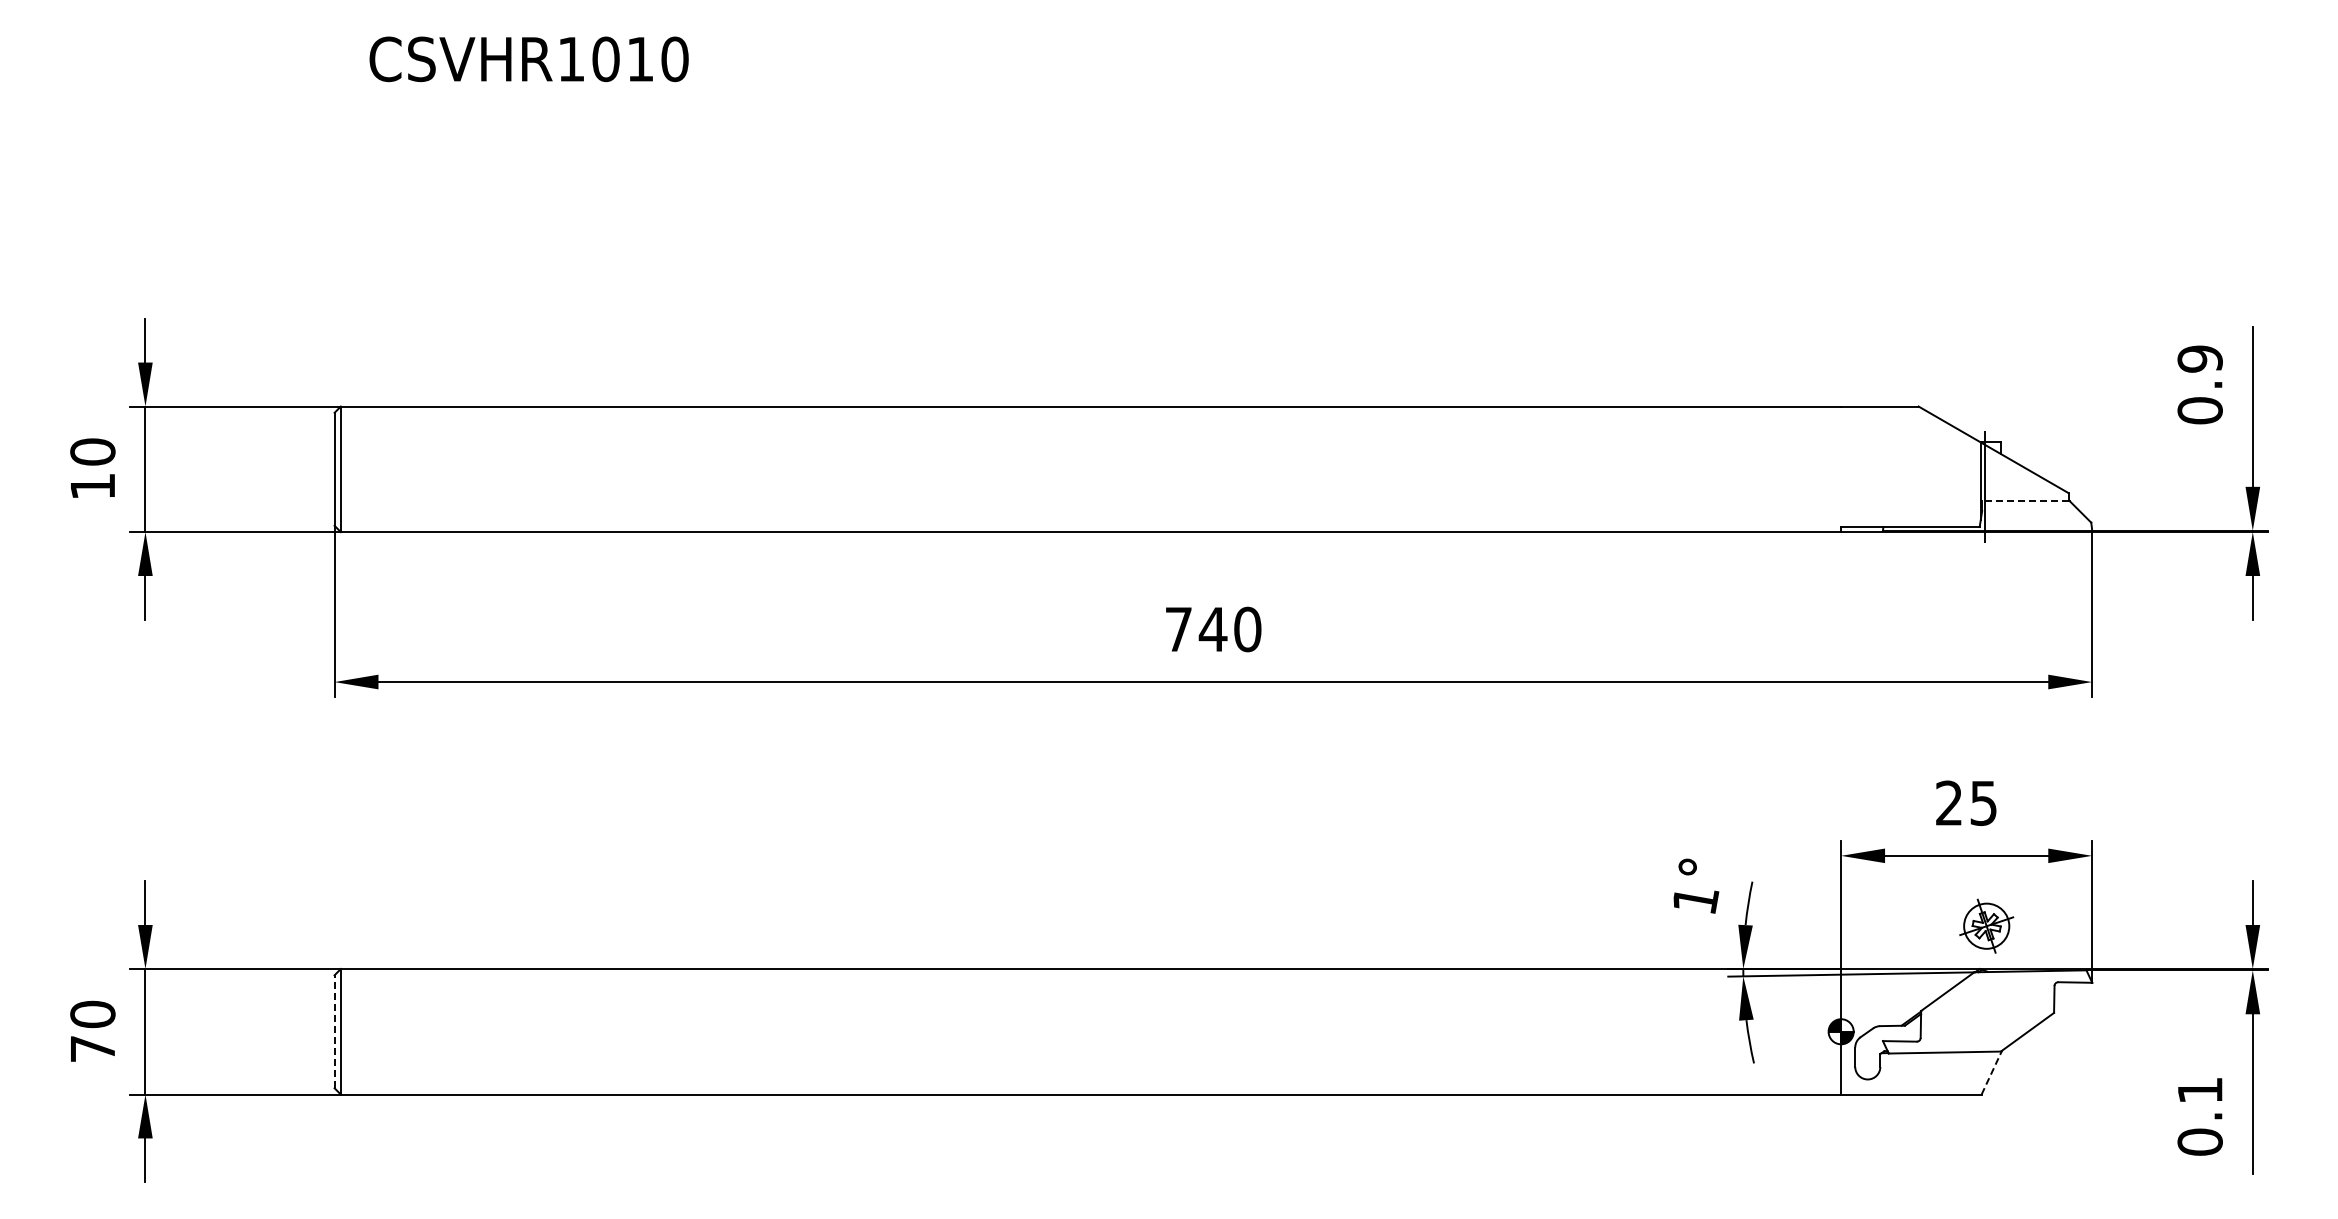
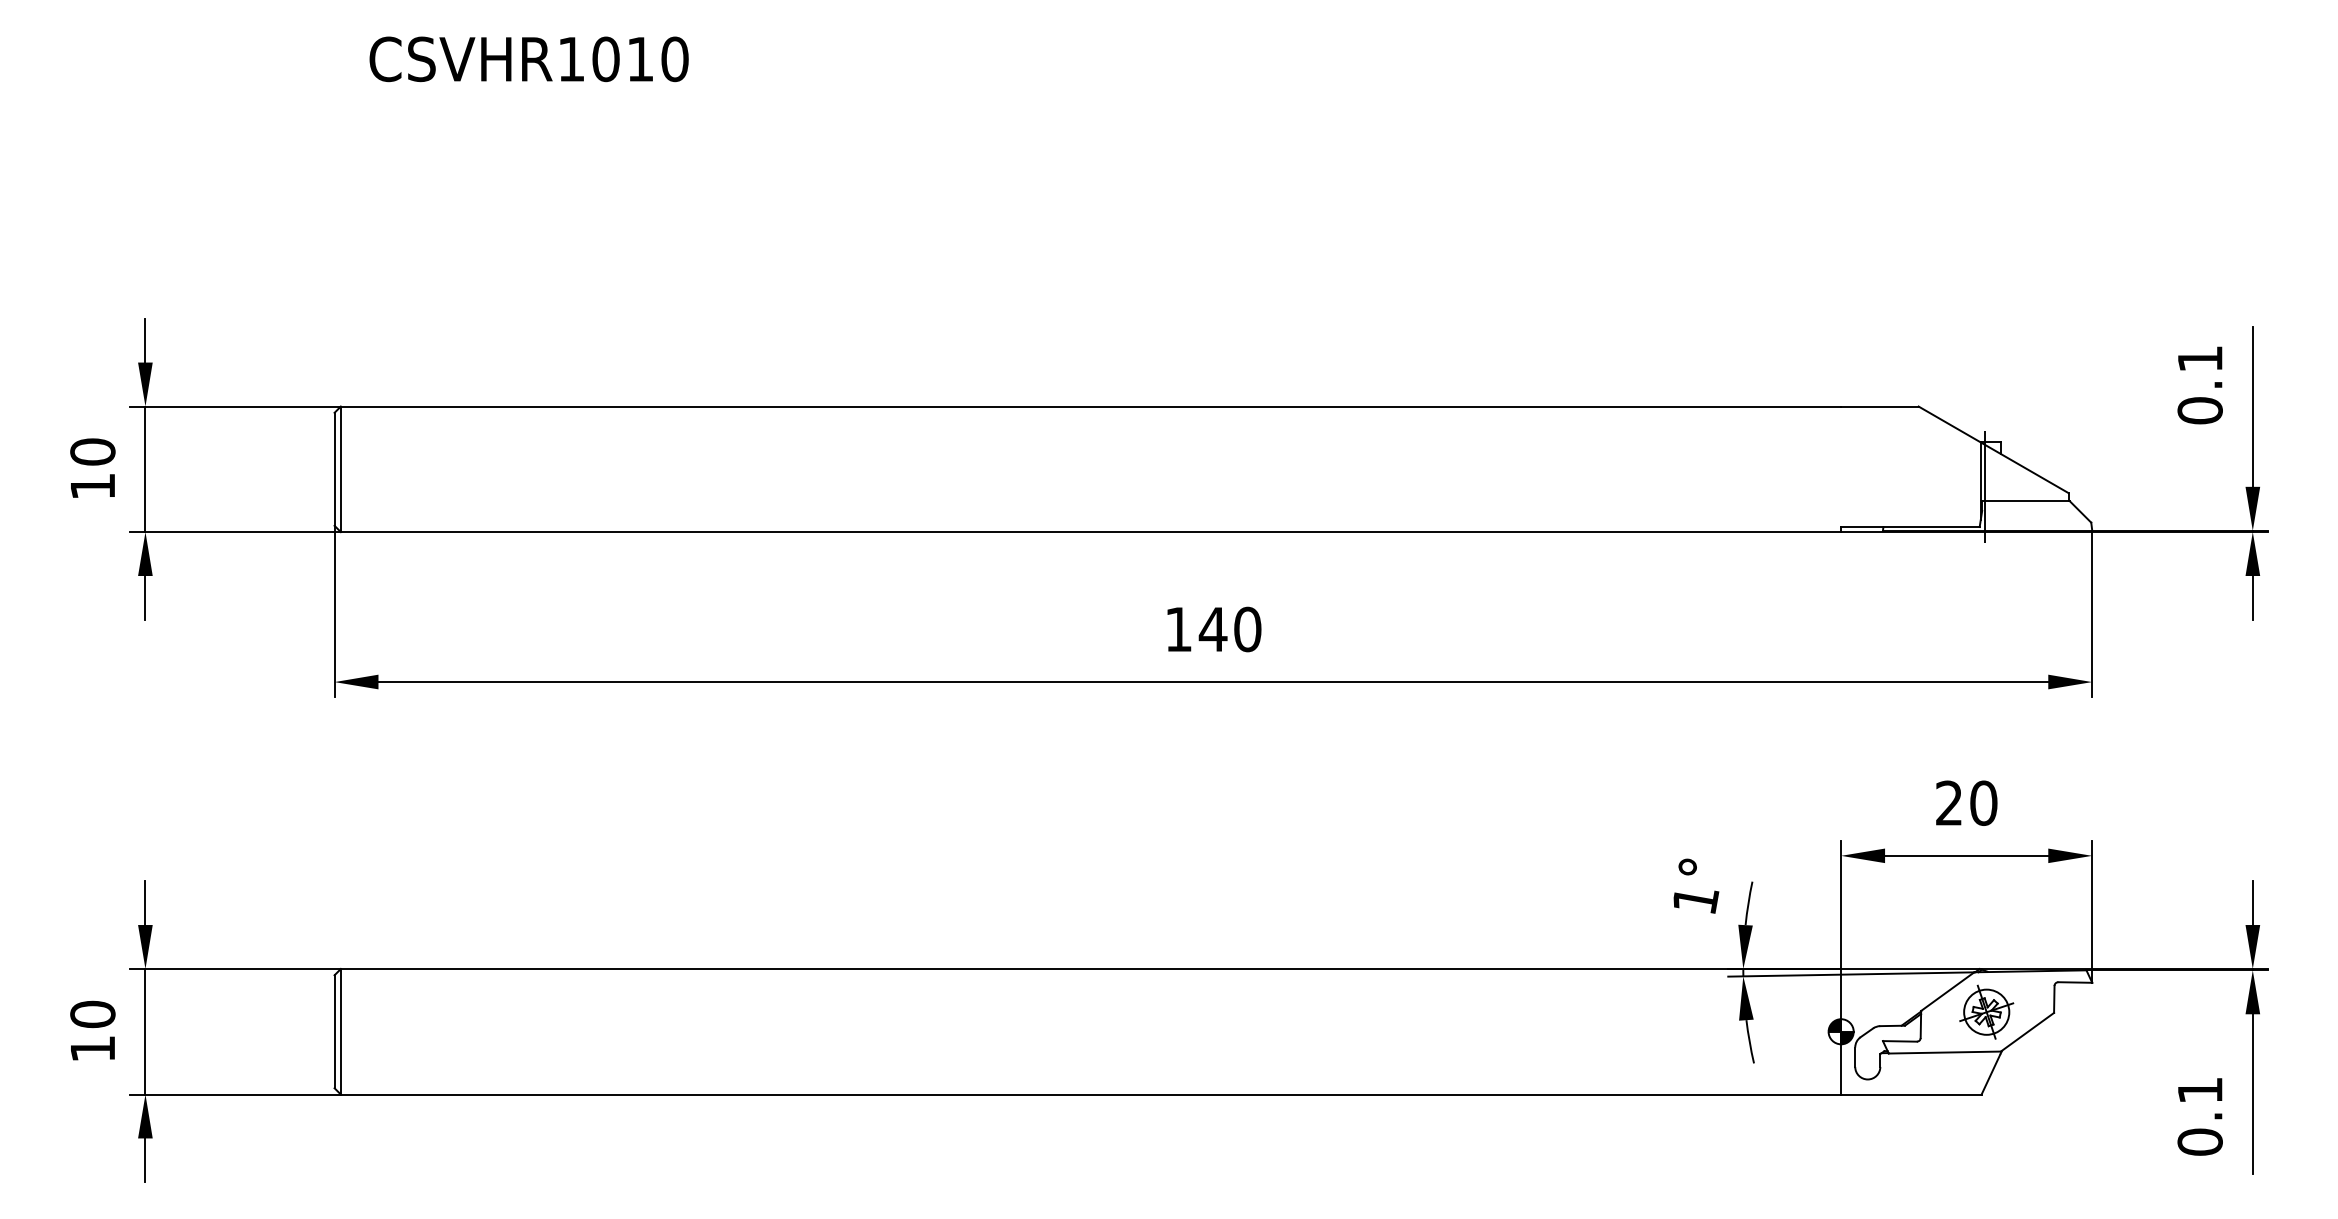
text at (2199, 358): 0.9 -> 0.1
line at (2024, 500): dashed -> solid
text at (1178, 629): 740 -> 140
text at (1983, 802): 25 -> 20
part at (1986, 925) position: (1986, 925) -> (1986, 1011)
line at (334, 1031): dashed -> solid
text at (92, 1048): 70 -> 10
line at (1990, 1074): dashed -> solid
